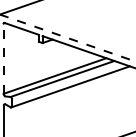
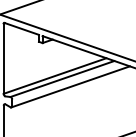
line at (68, 38): dashed -> solid
line at (3, 58): dashed -> solid
